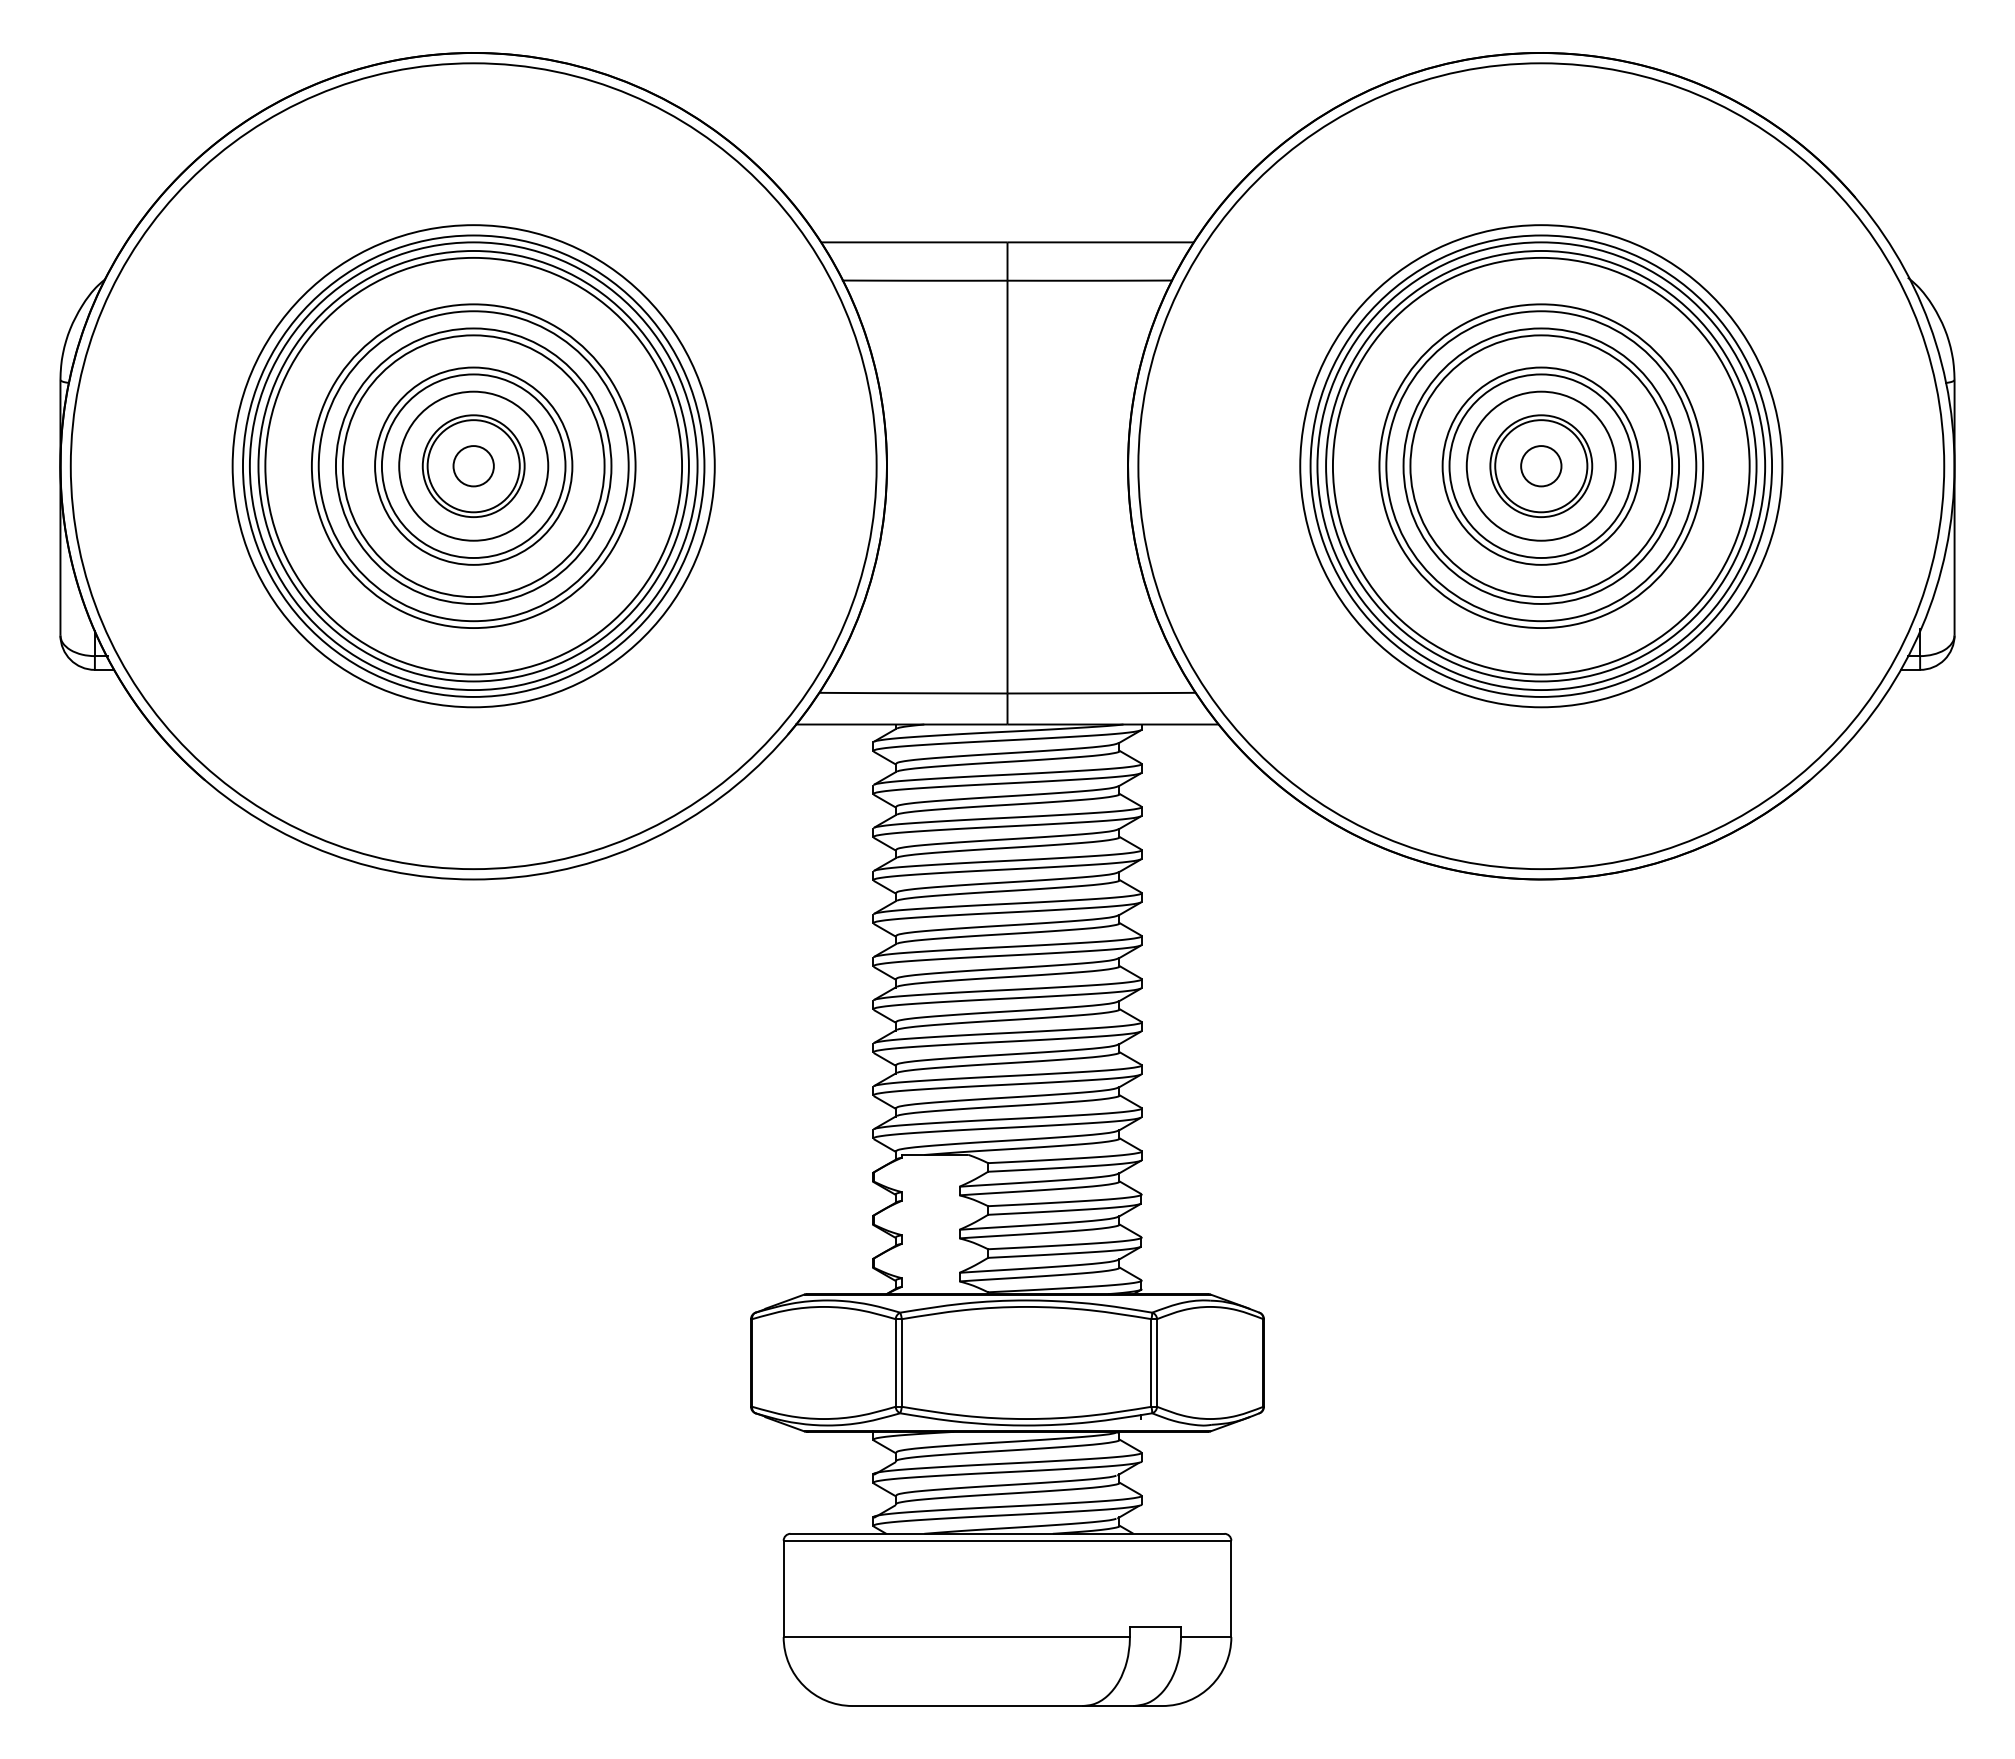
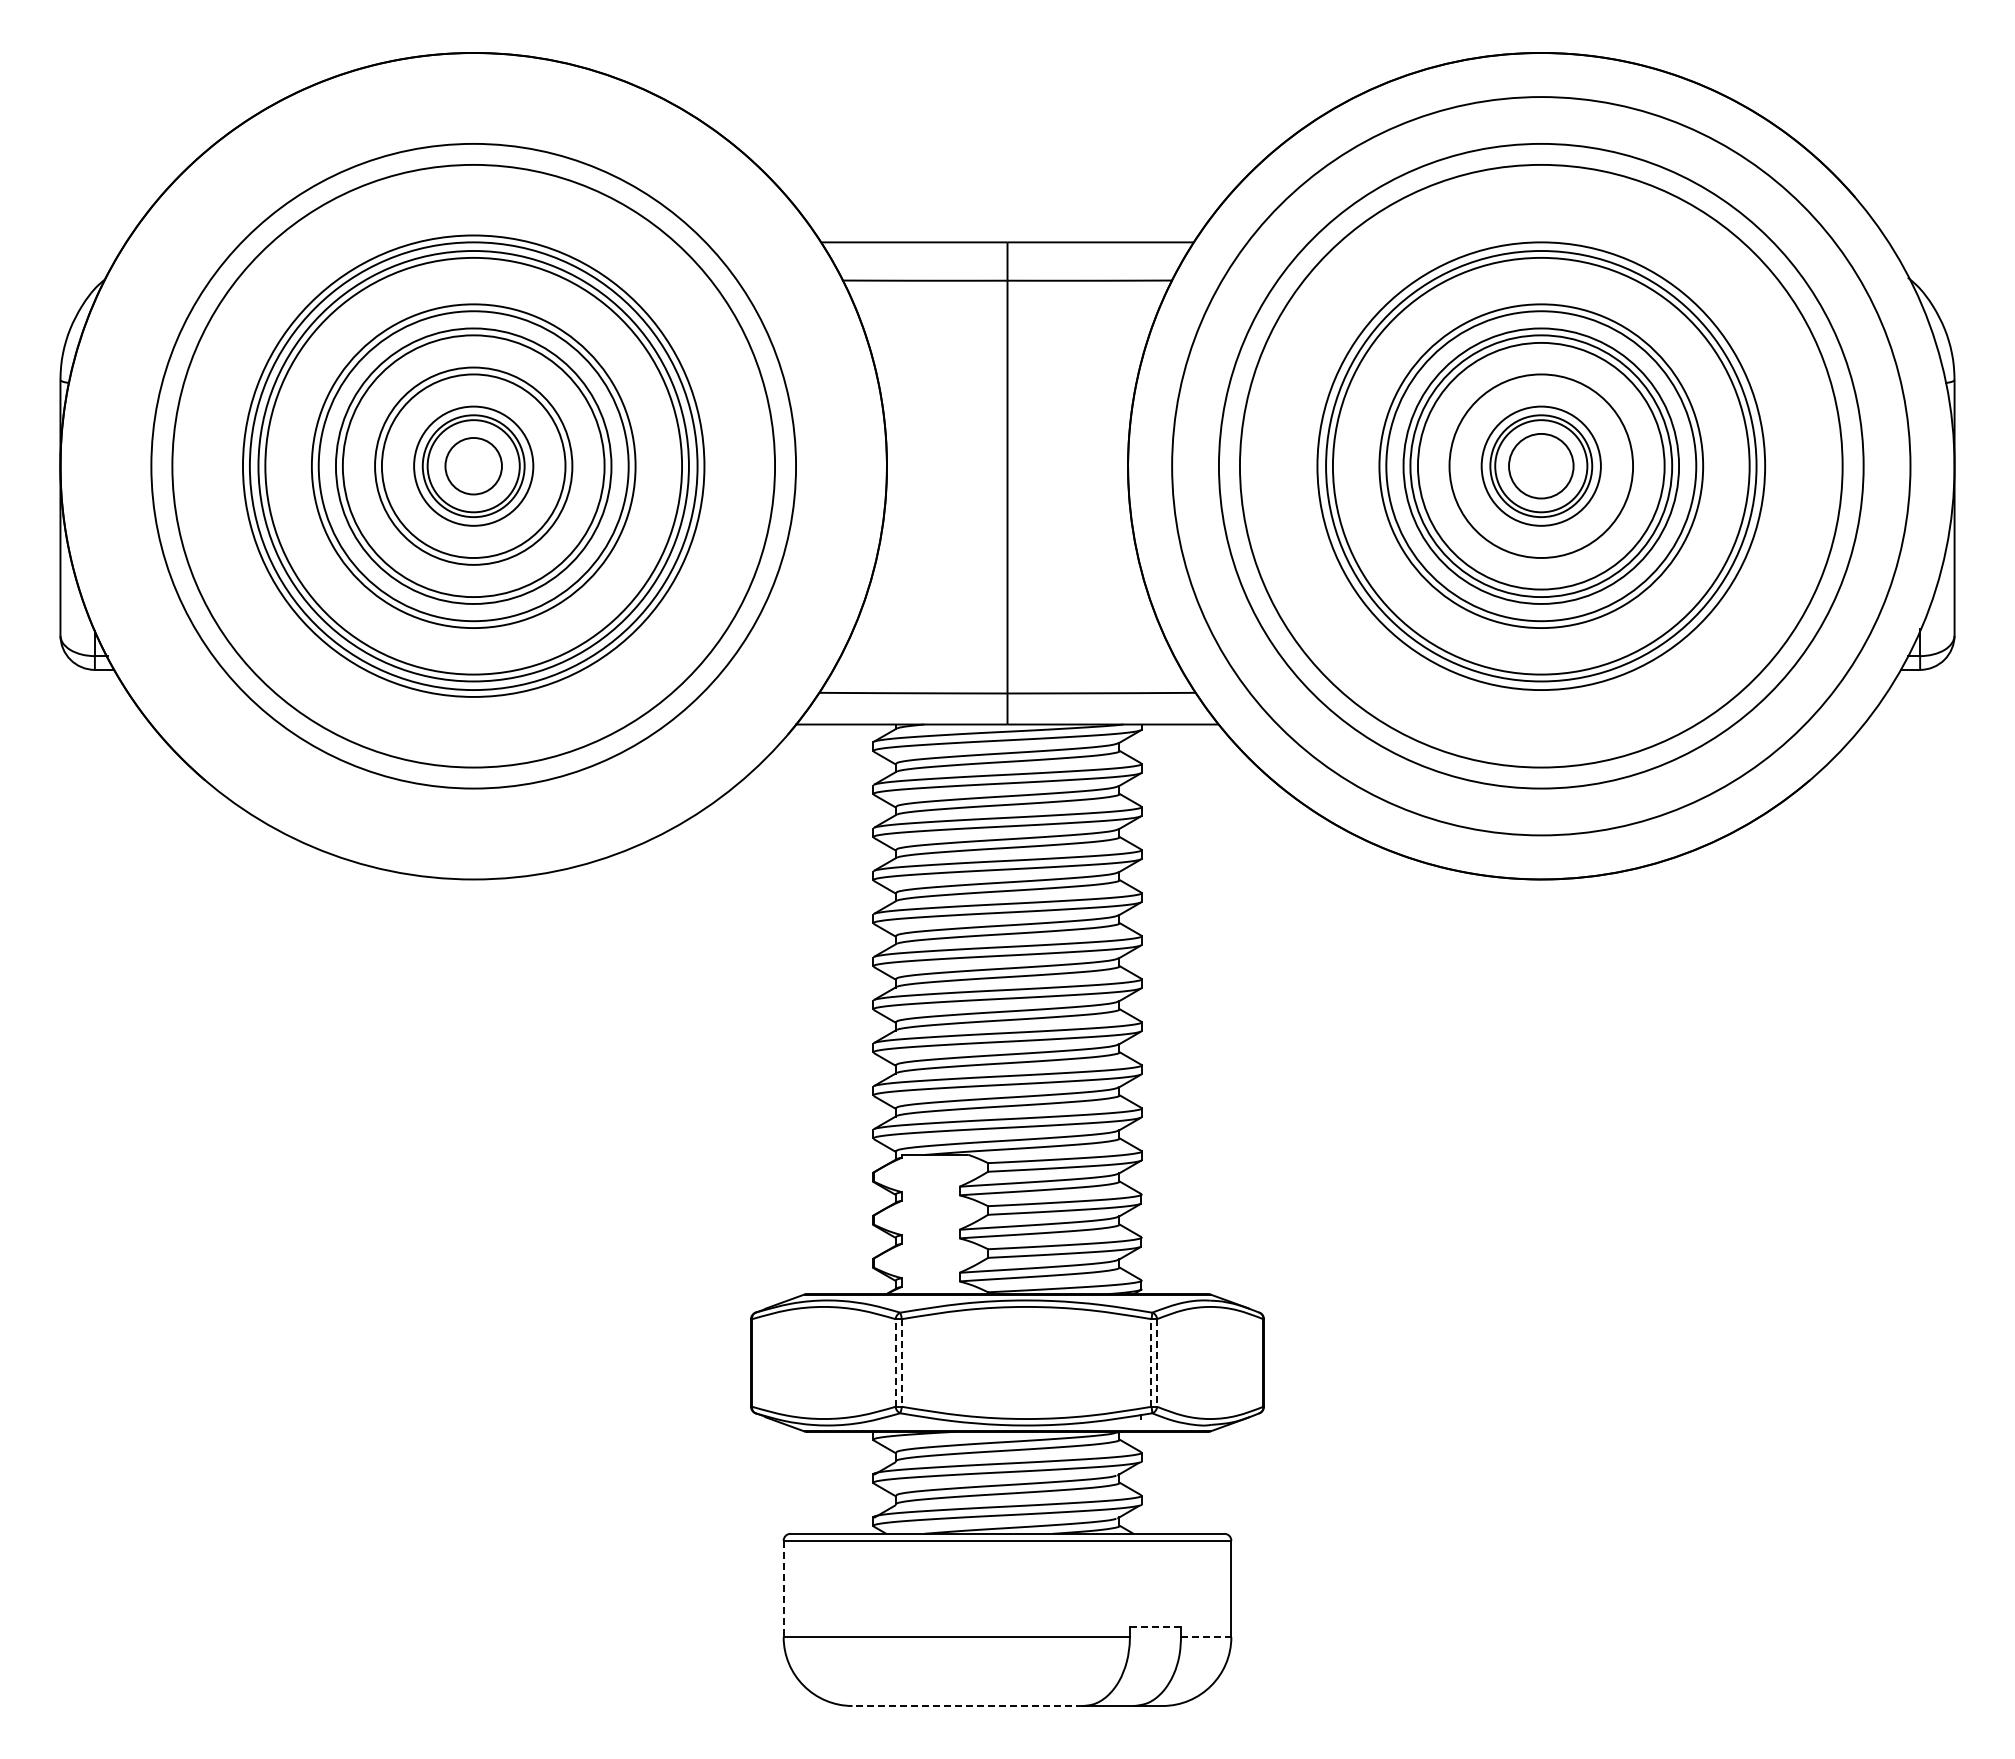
circle at (473, 465) diameter: 149 px -> 119 px
circle at (1540, 465) diameter: 149 px -> 119 px
circle at (1540, 465) diameter: 197 px -> 247 px
circle at (1541, 465) diameter: 461 px -> 738 px
circle at (473, 466) diameter: 40 px -> 57 px
circle at (473, 466) diameter: 482 px -> 603 px
circle at (473, 466) diameter: 806 px -> 645 px
circle at (1541, 466) diameter: 40 px -> 65 px
circle at (1541, 466) diameter: 482 px -> 603 px
circle at (1541, 466) diameter: 806 px -> 645 px
line at (895, 1362): solid -> dashed
line at (901, 1362): solid -> dashed
line at (1151, 1362): solid -> dashed
line at (1157, 1362): solid -> dashed
line at (783, 1589): solid -> dashed
line at (1155, 1626): solid -> dashed
line at (1206, 1637): solid -> dashed
line at (967, 1706): solid -> dashed
